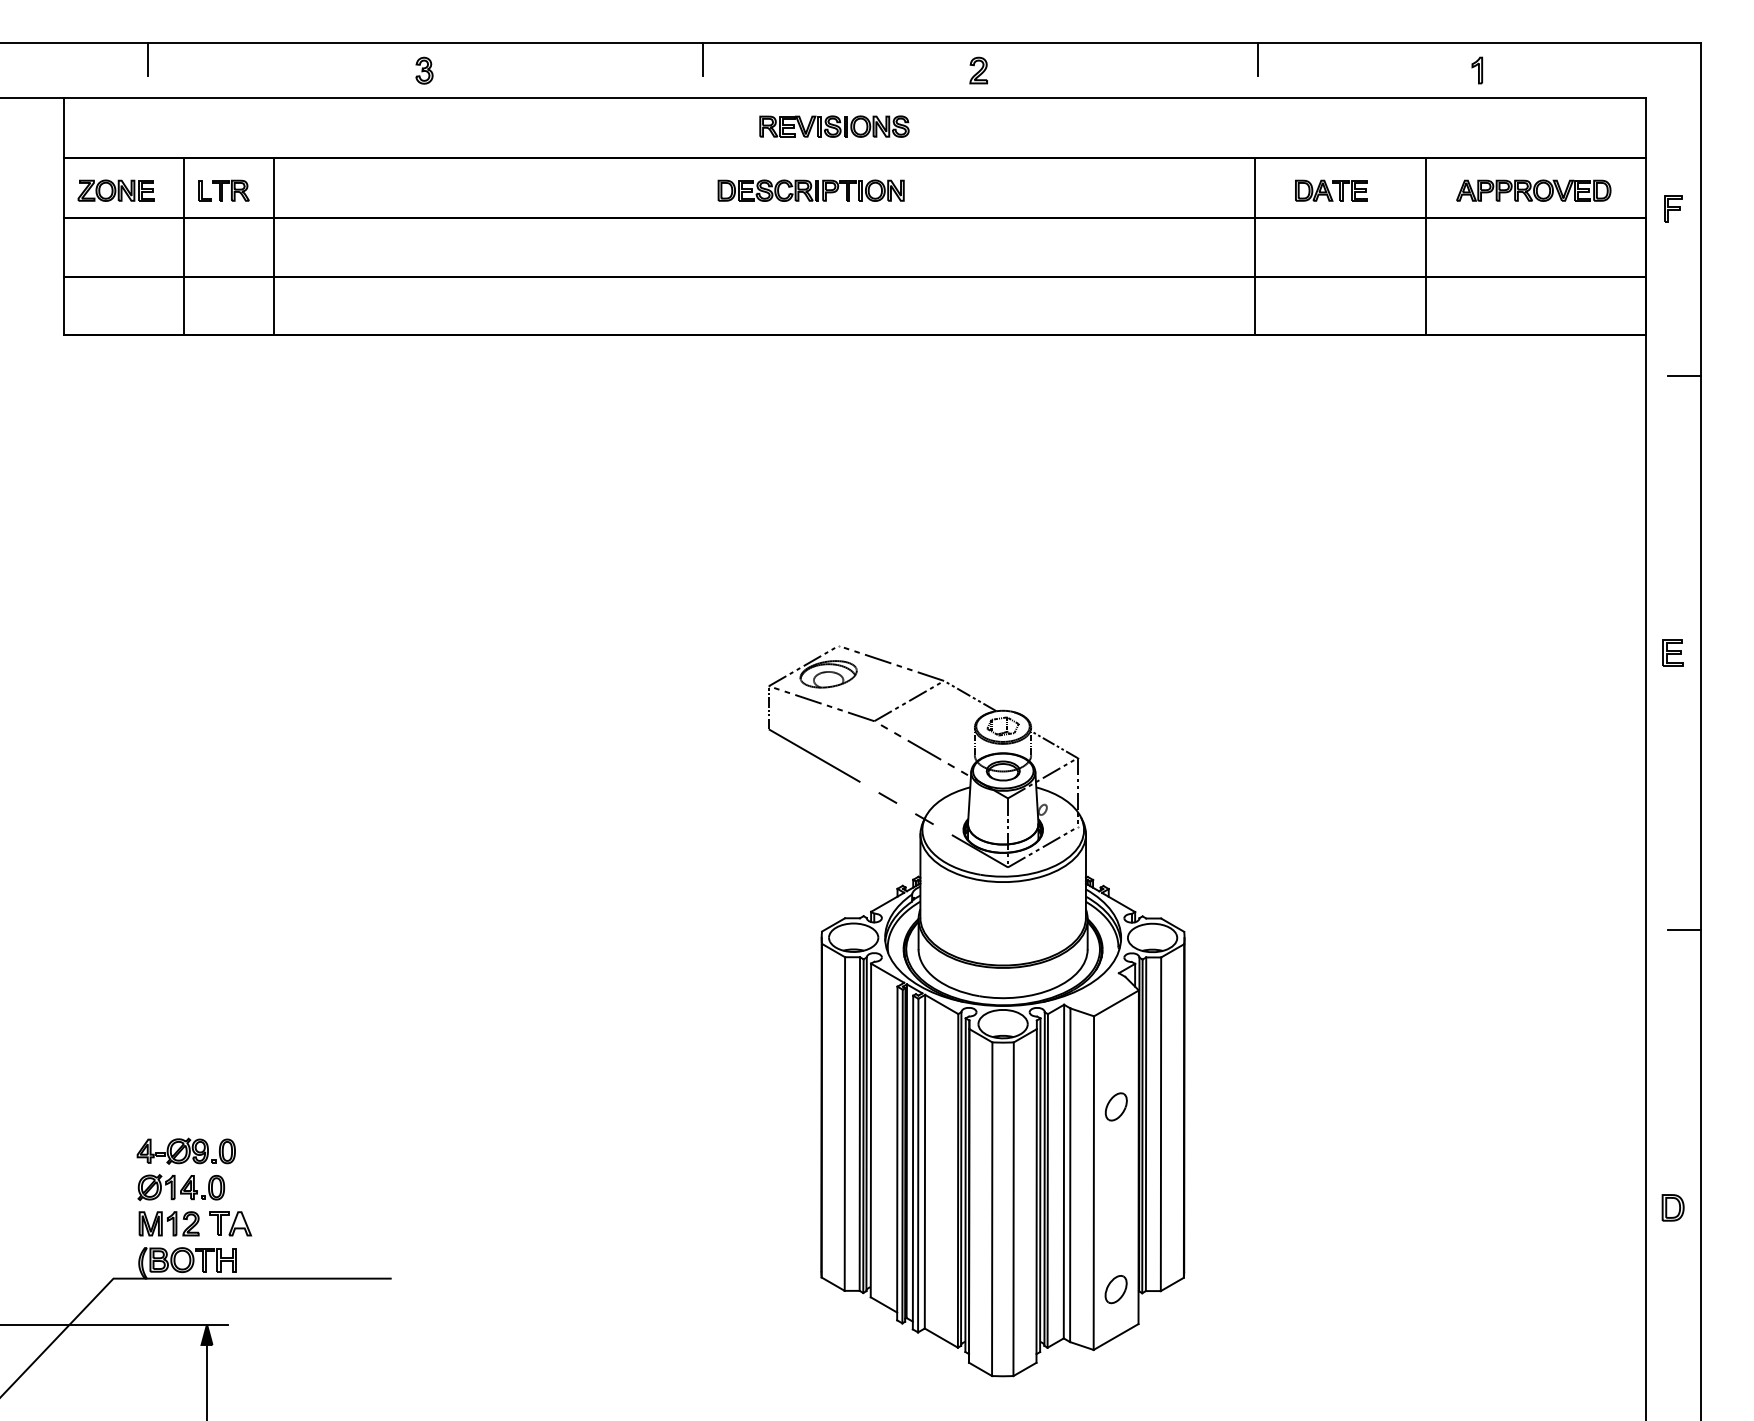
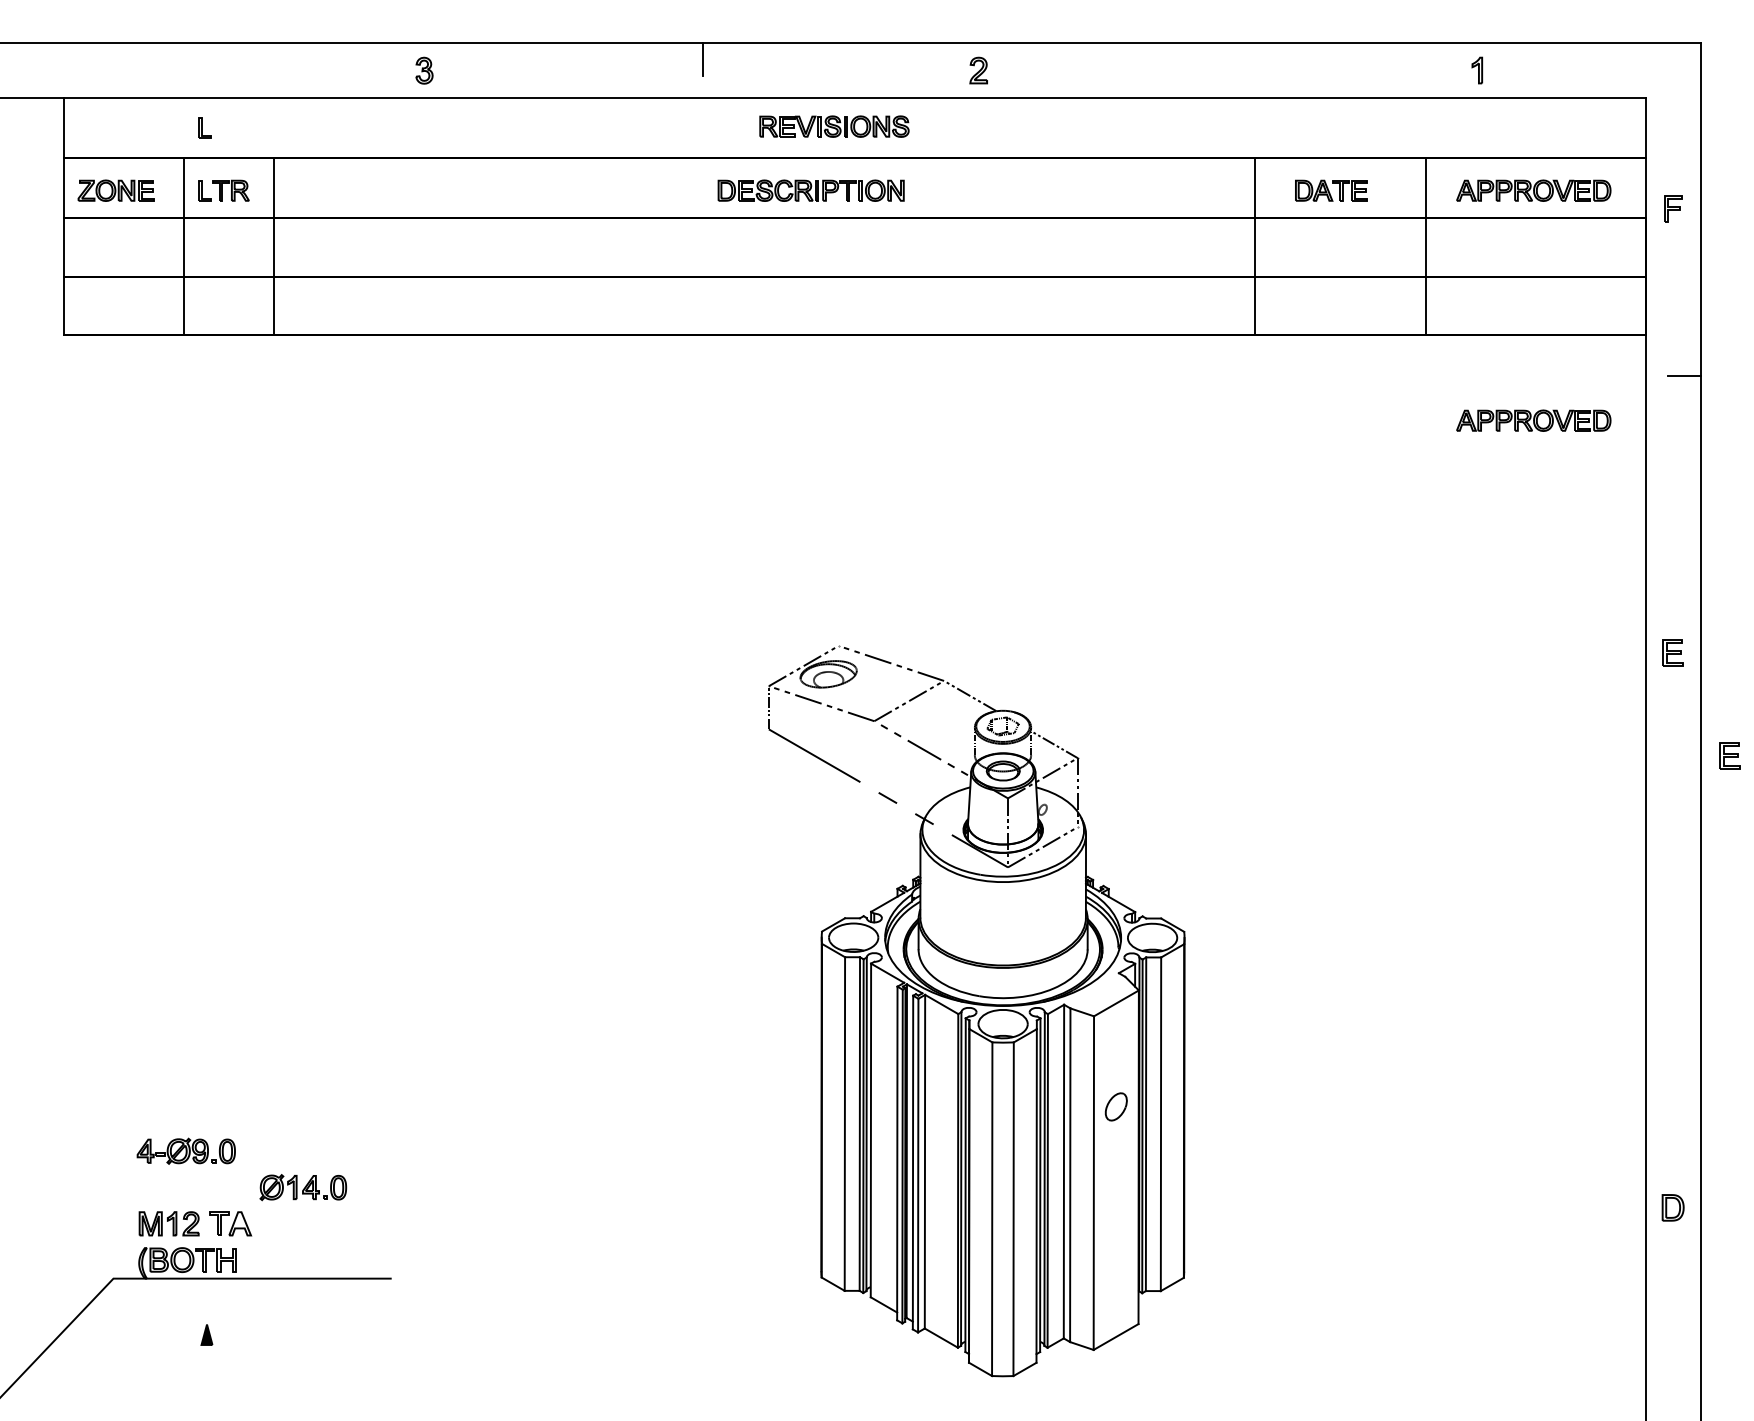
line at (147, 59): present -> none
line at (1257, 59): present -> none
part at (204, 127): none -> present
part at (1533, 420): none -> present
part at (1729, 755): none -> present
line at (1684, 930): present -> none
part at (181, 1187) position: (181, 1187) -> (303, 1187)
part at (1115, 1289): present -> none
line at (115, 1324): present -> none
line at (207, 1380): present -> none
